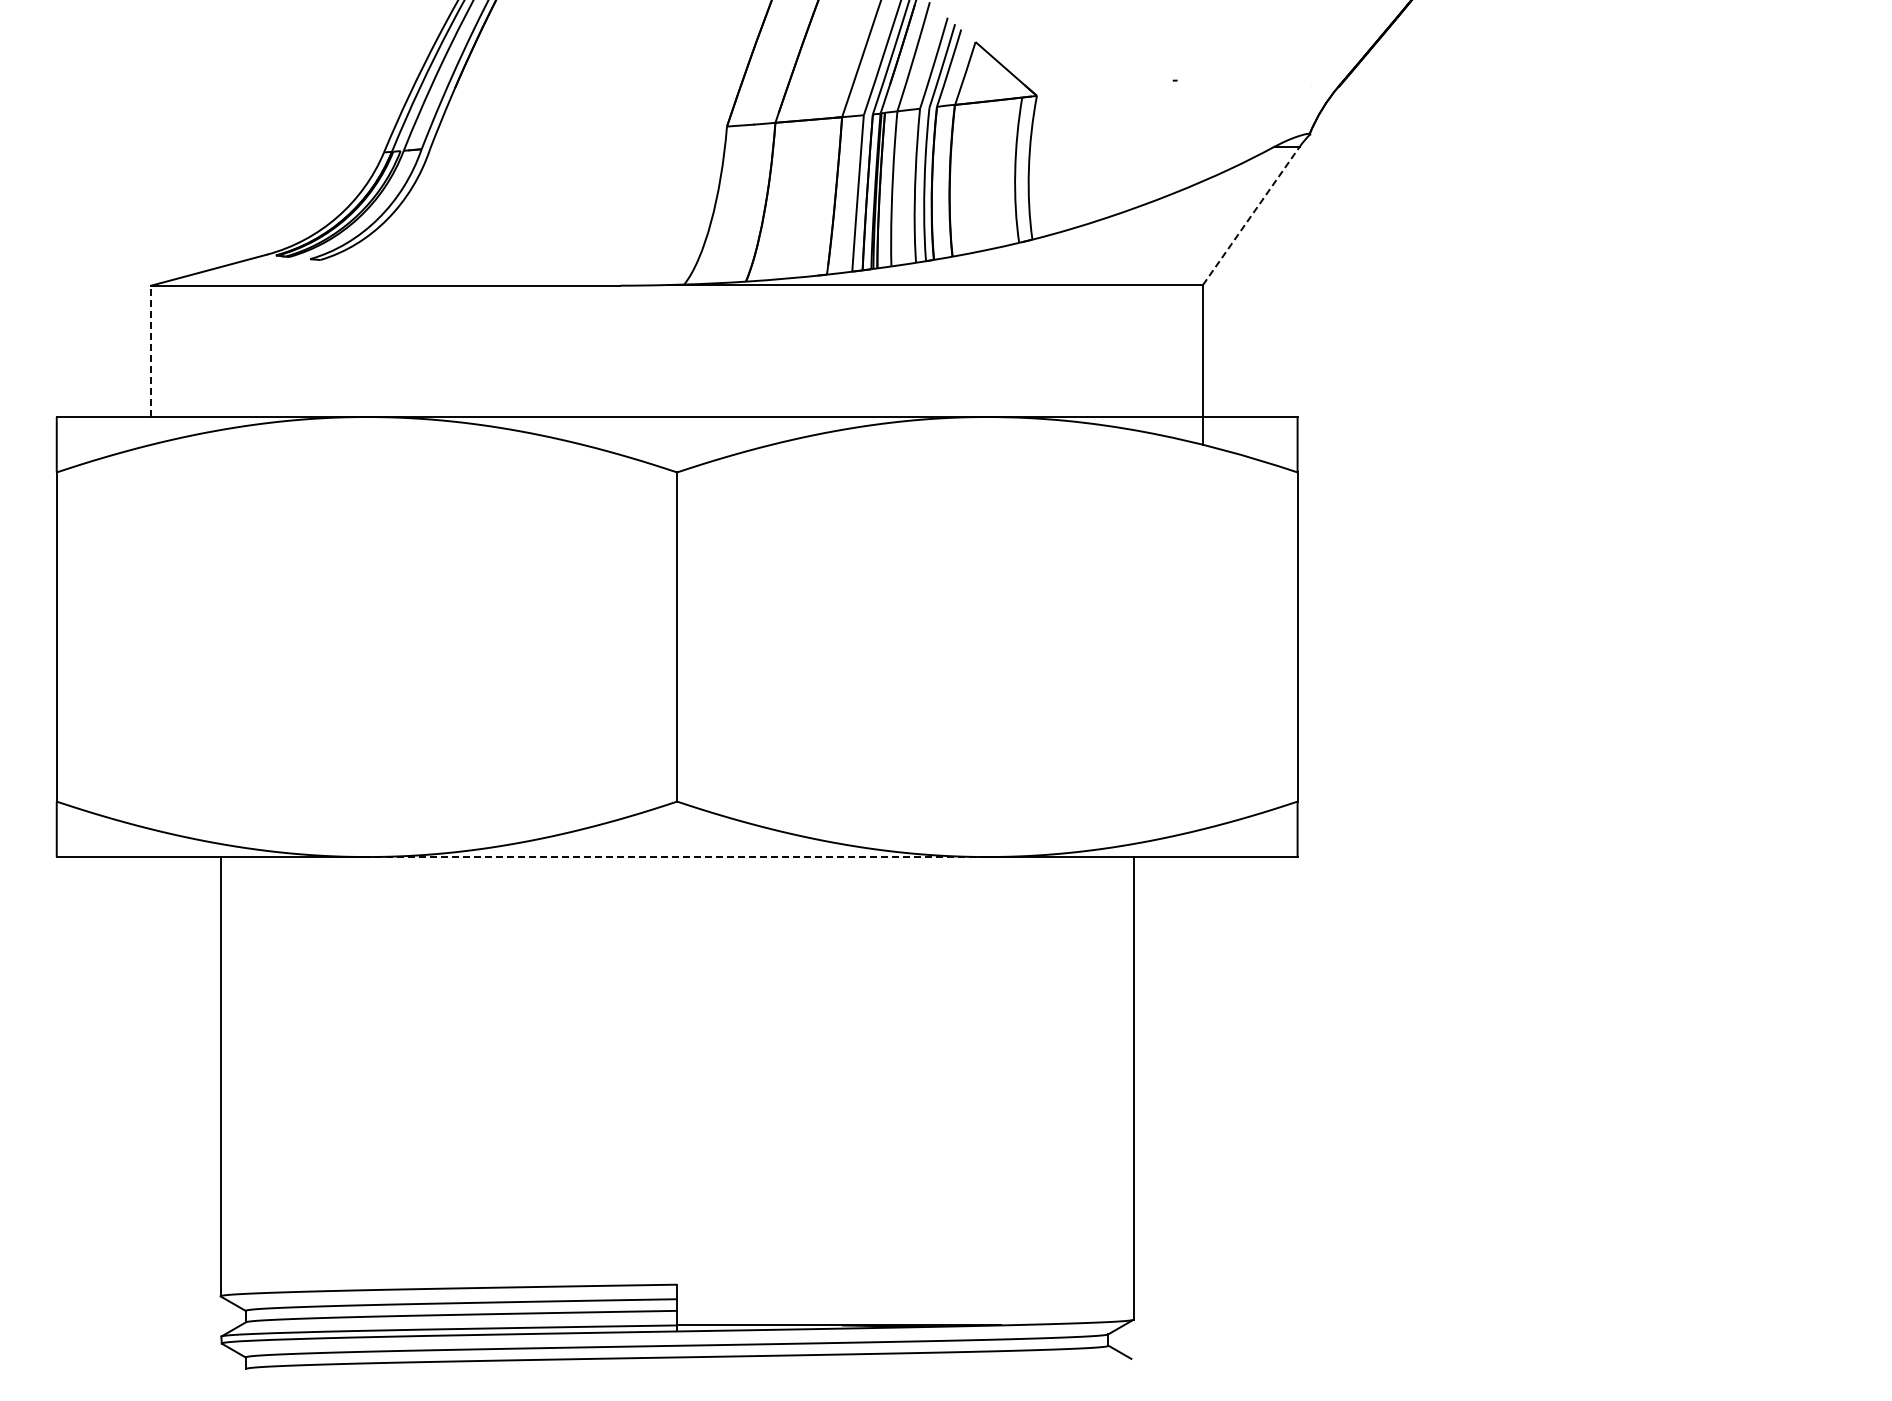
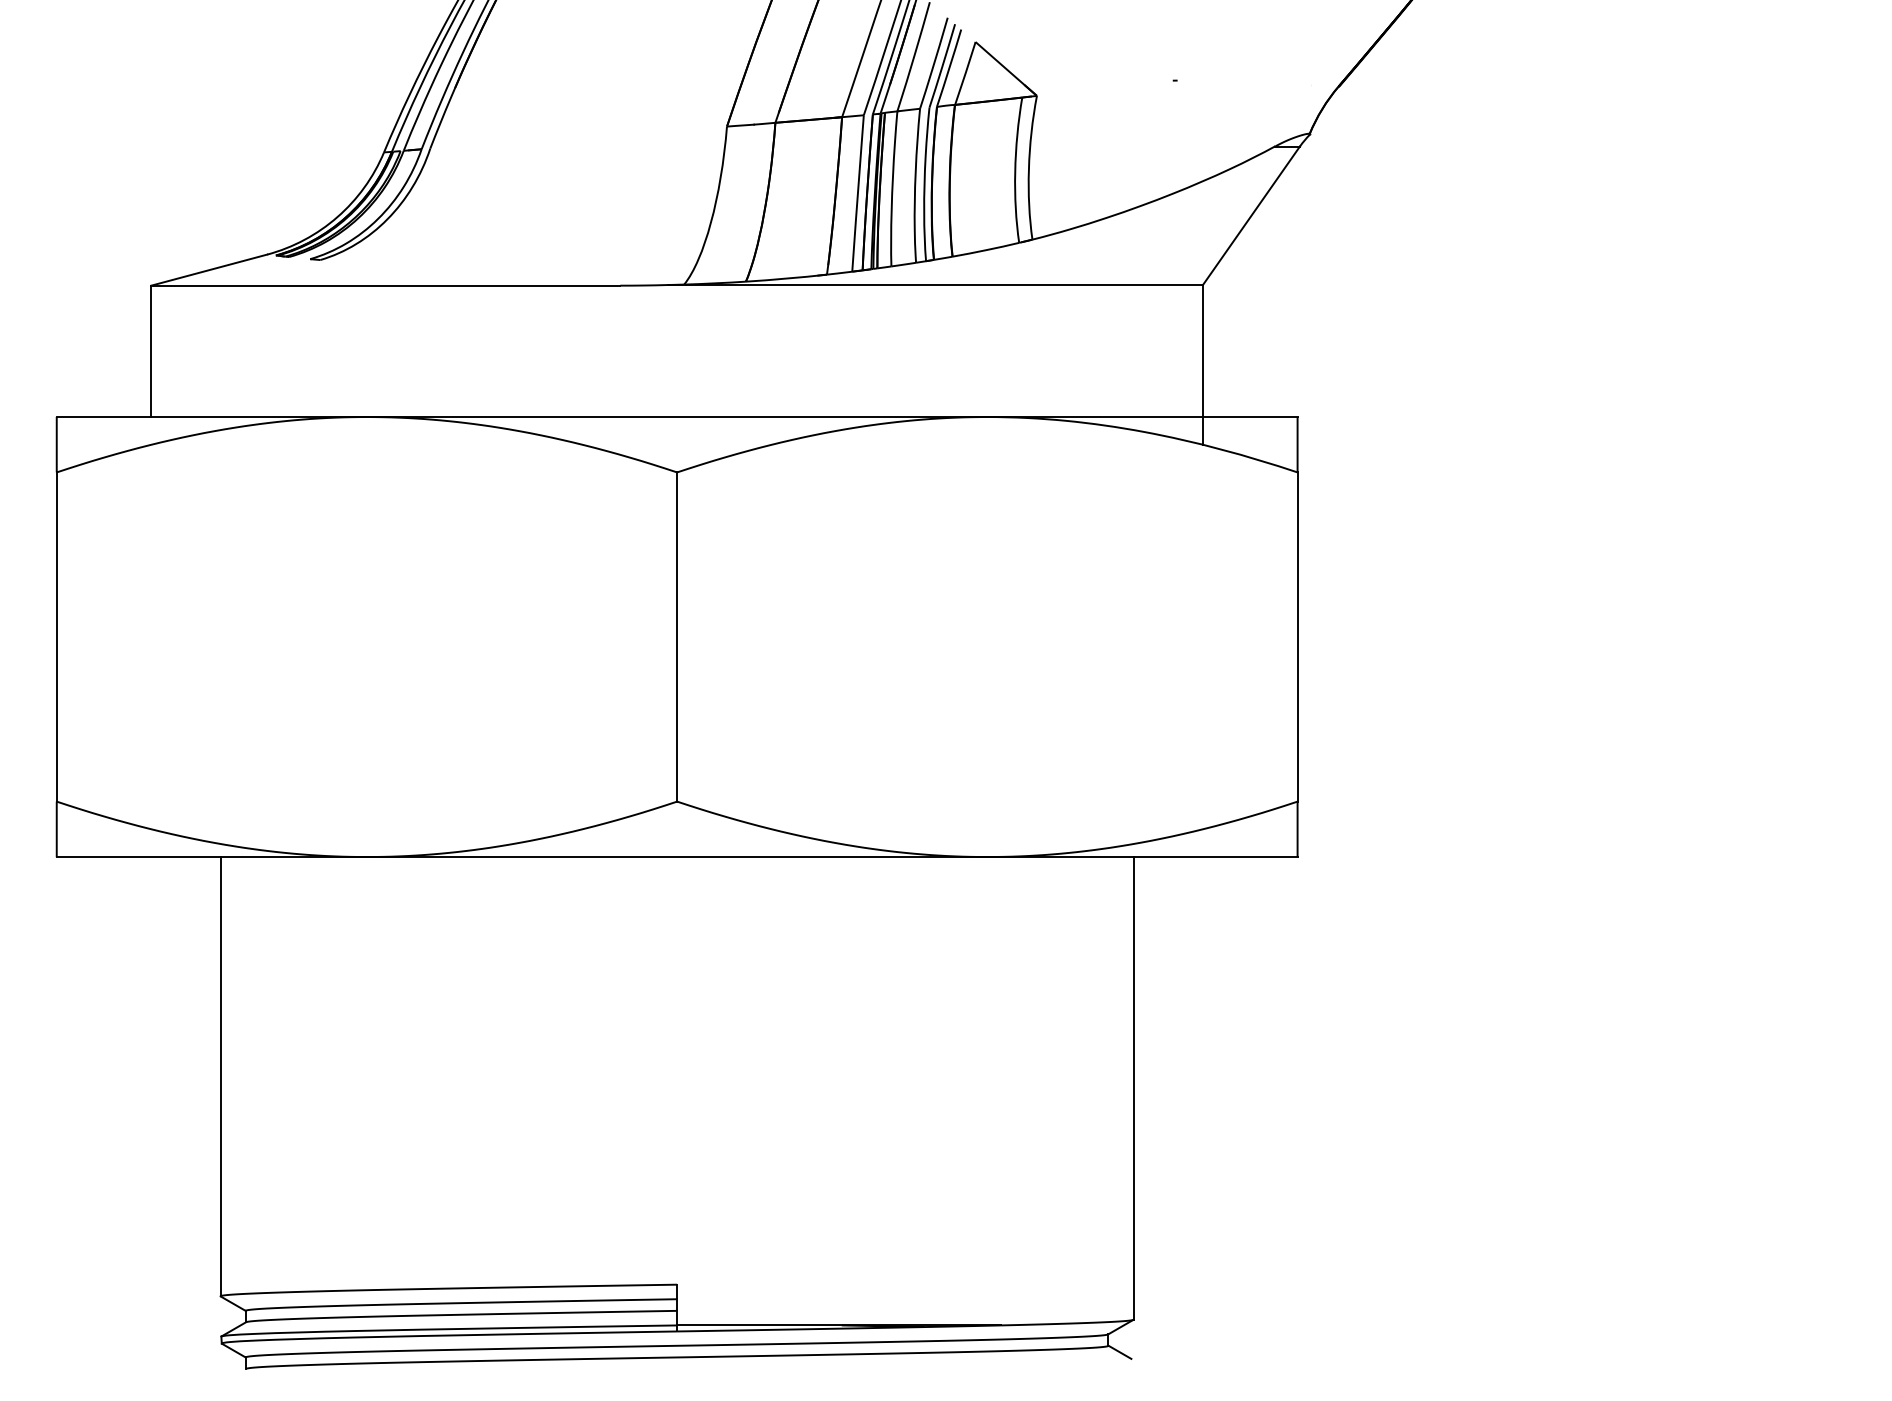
line at (1251, 215): dashed -> solid
line at (151, 351): dashed -> solid
line at (676, 857): dashed -> solid
